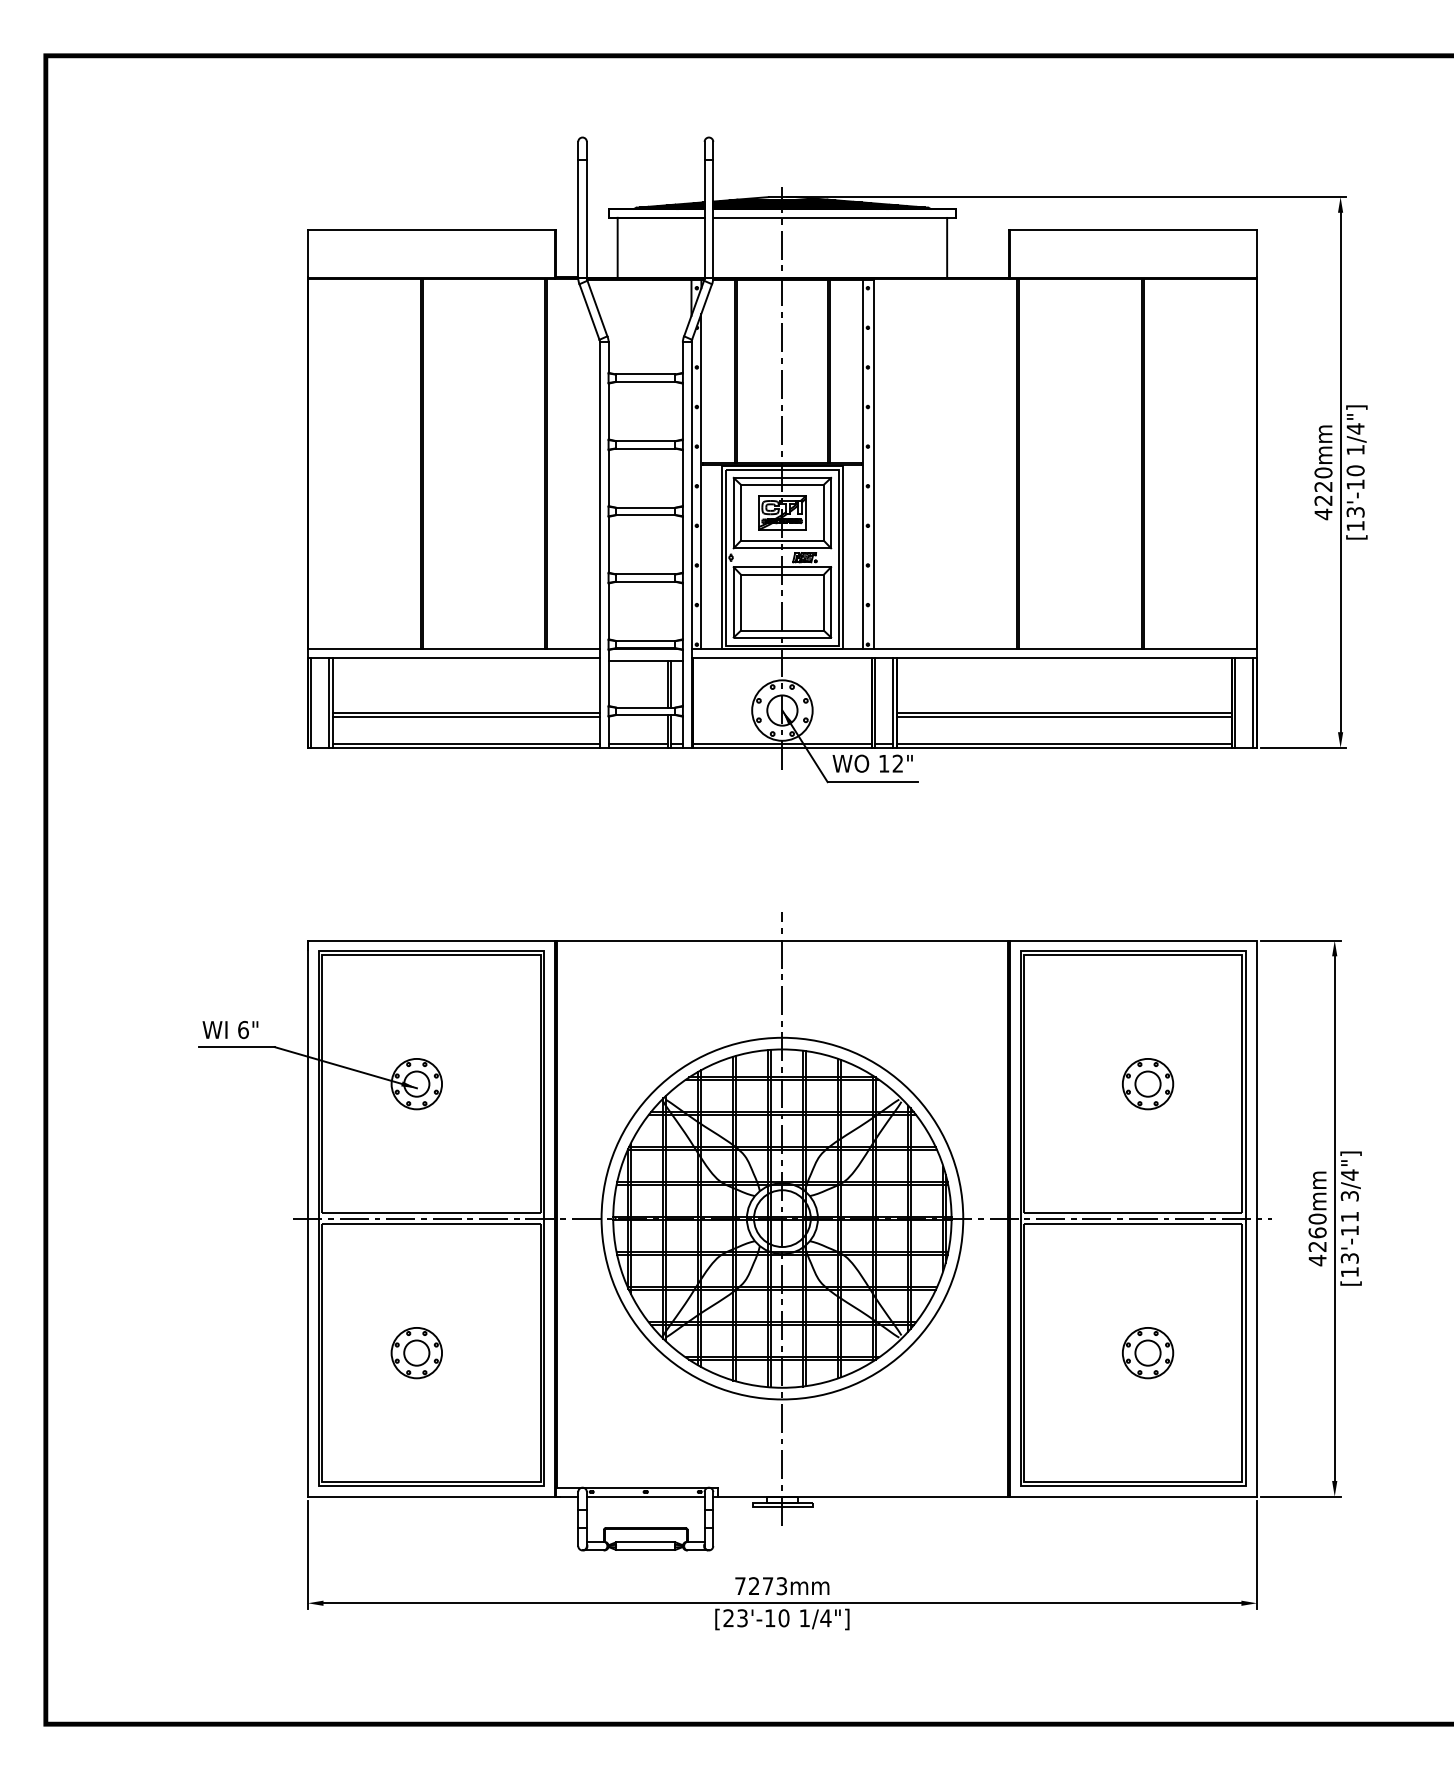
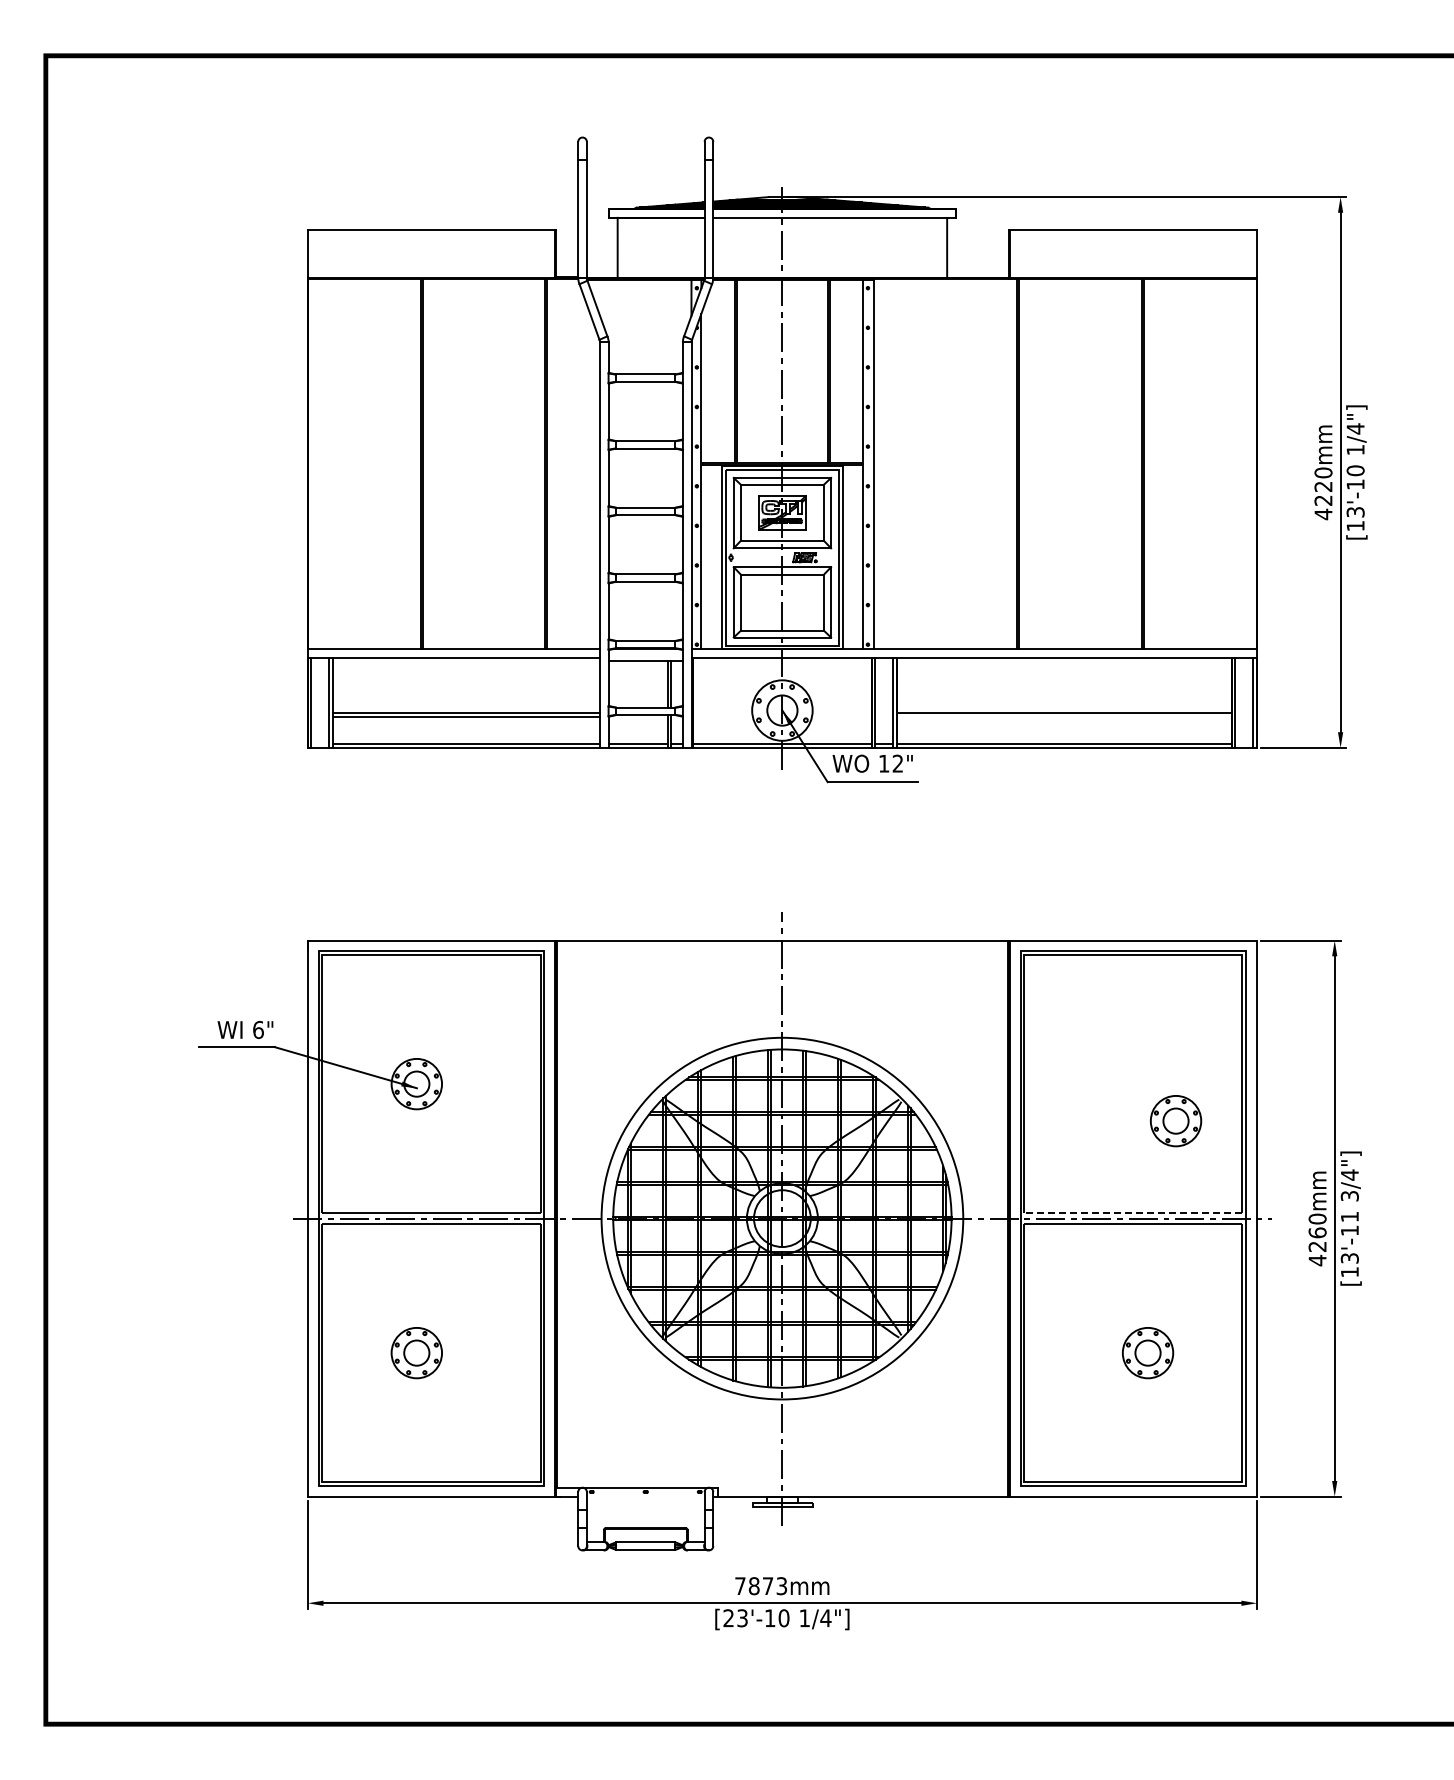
line at (1064, 716): present -> none
text at (230, 1029) position: (230, 1029) -> (245, 1029)
part at (1148, 1084) position: (1148, 1084) -> (1176, 1121)
line at (1132, 1213): solid -> dashed
line at (645, 1496): present -> none
text at (753, 1586): 7273mm -> 7873mm
